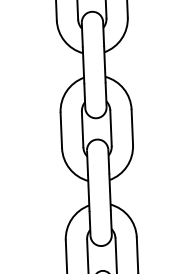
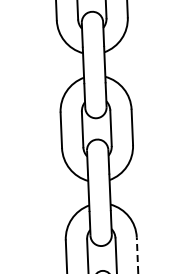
line at (137, 255): solid -> dashed
